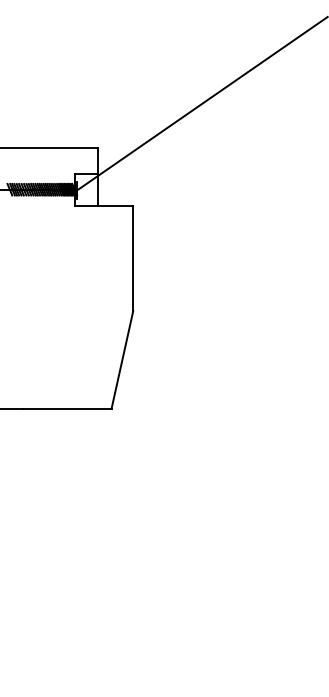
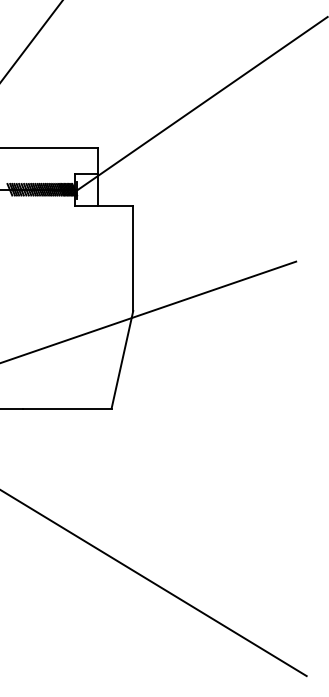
line at (31, 41): none -> present
line at (149, 311): none -> present
line at (154, 583): none -> present
